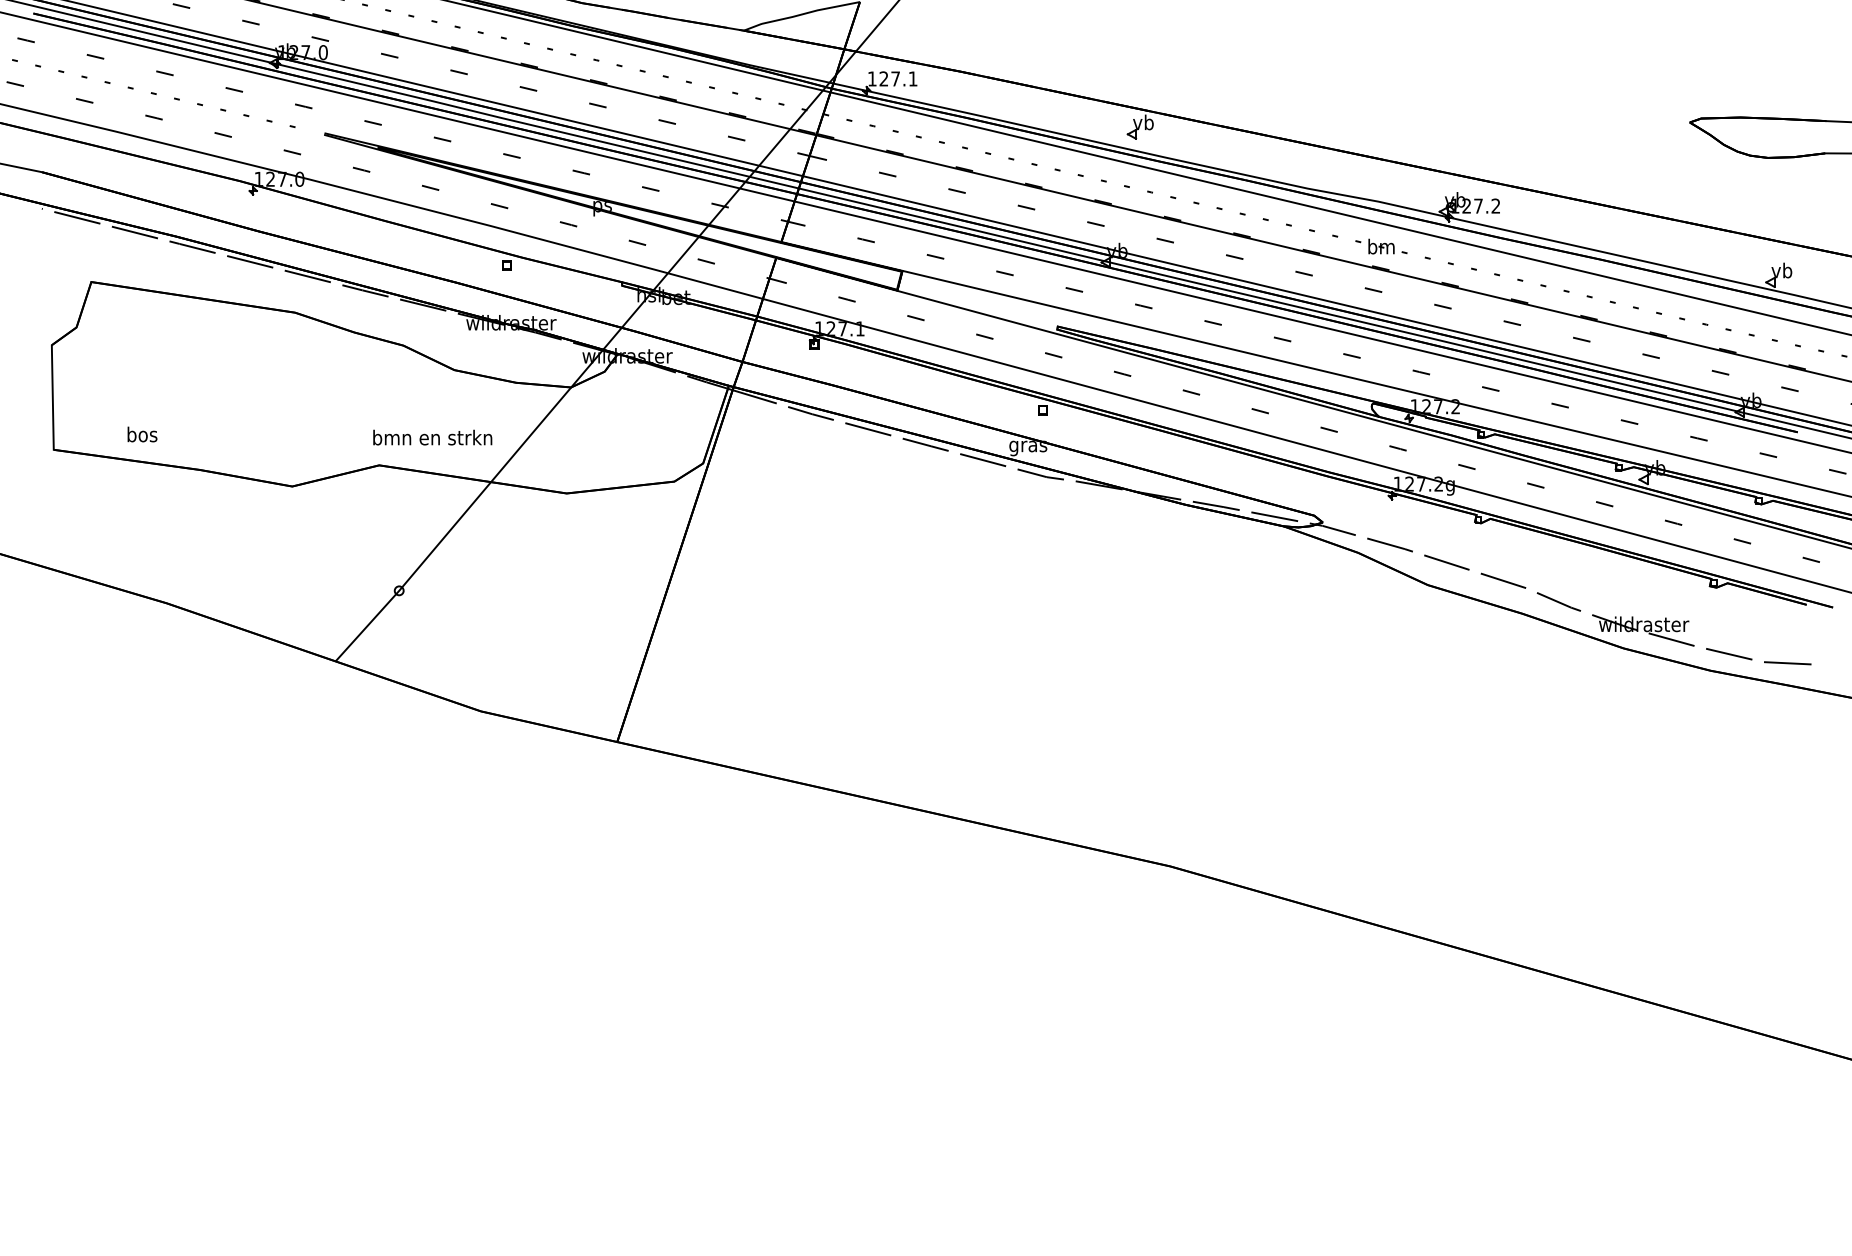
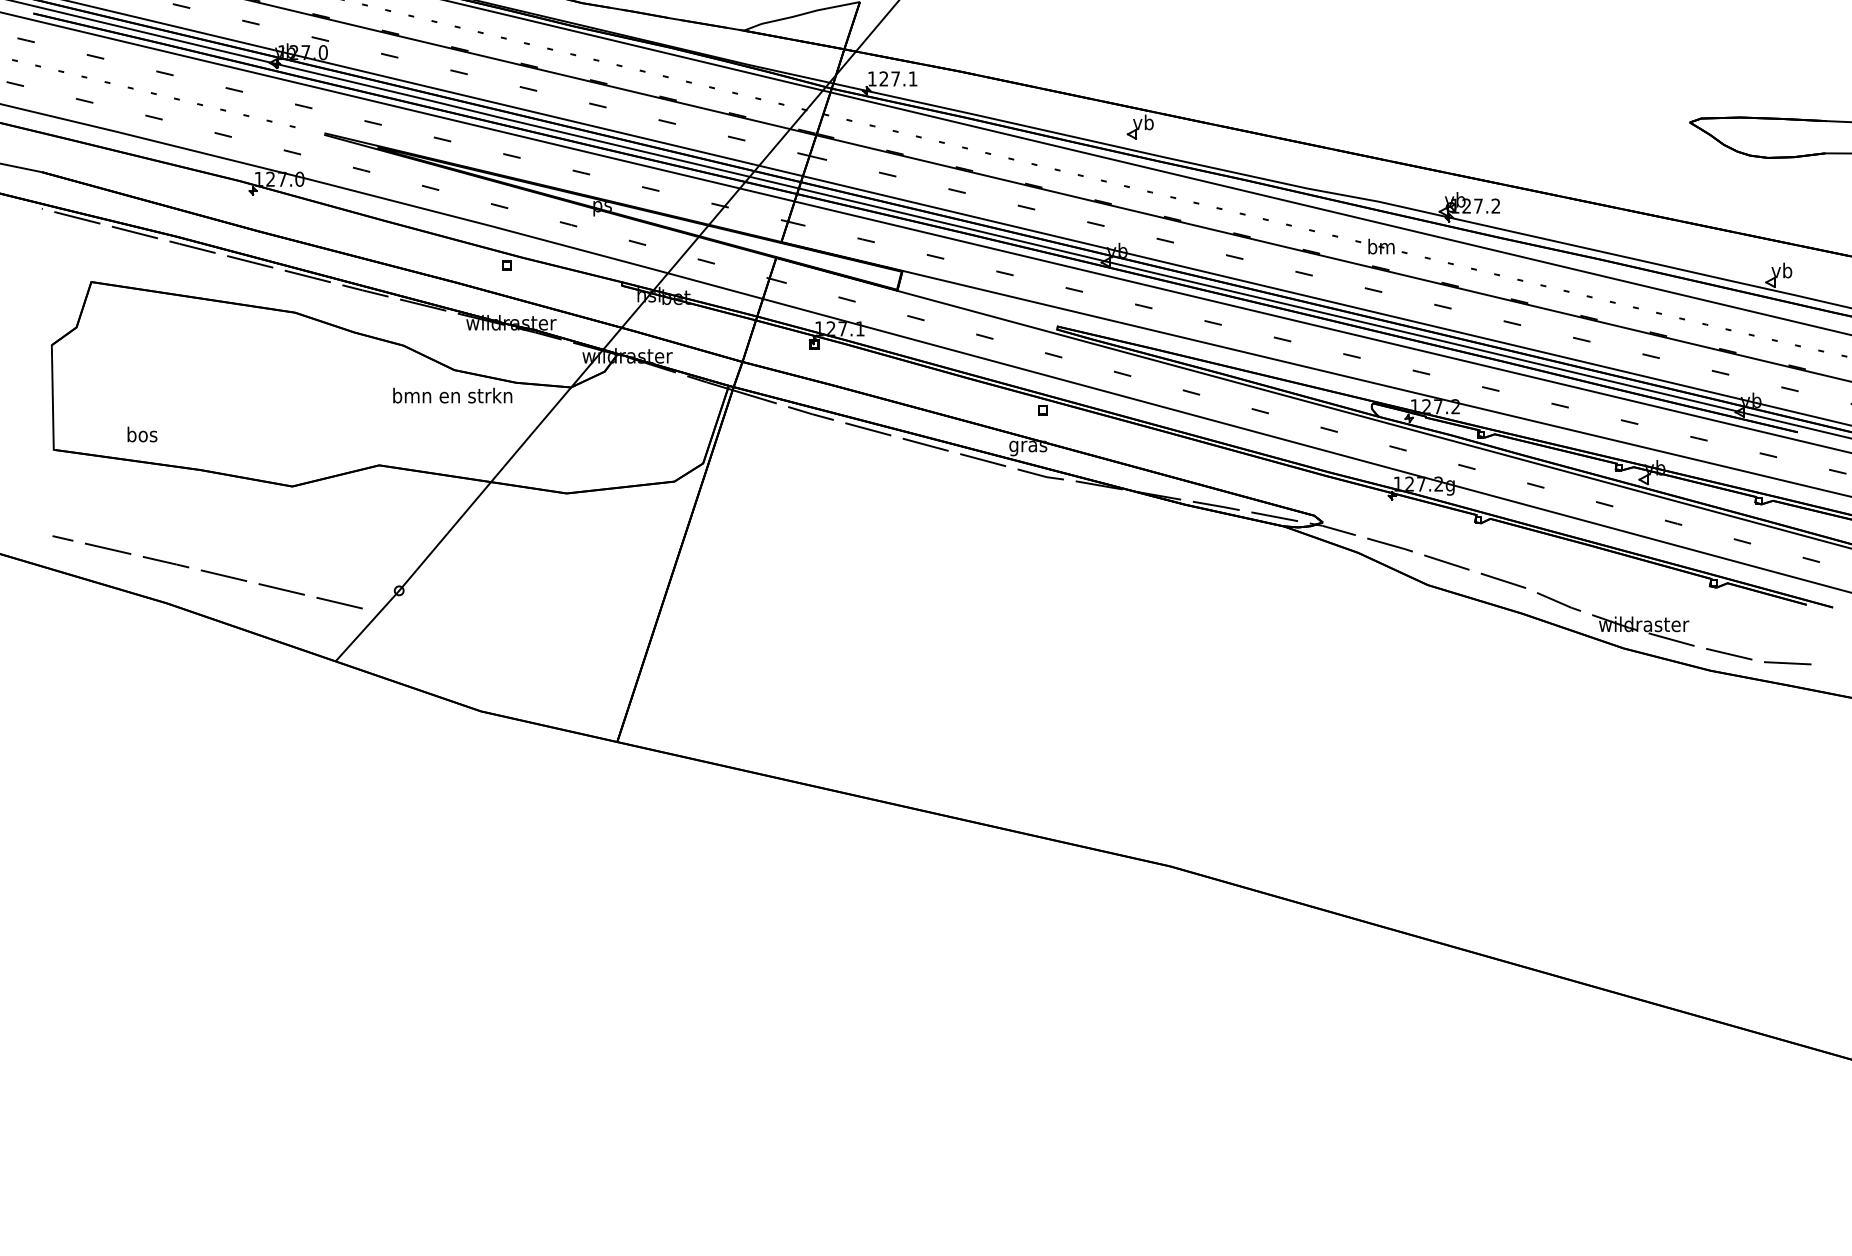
text at (432, 437) position: (432, 437) -> (452, 395)
line at (207, 572): none -> present
